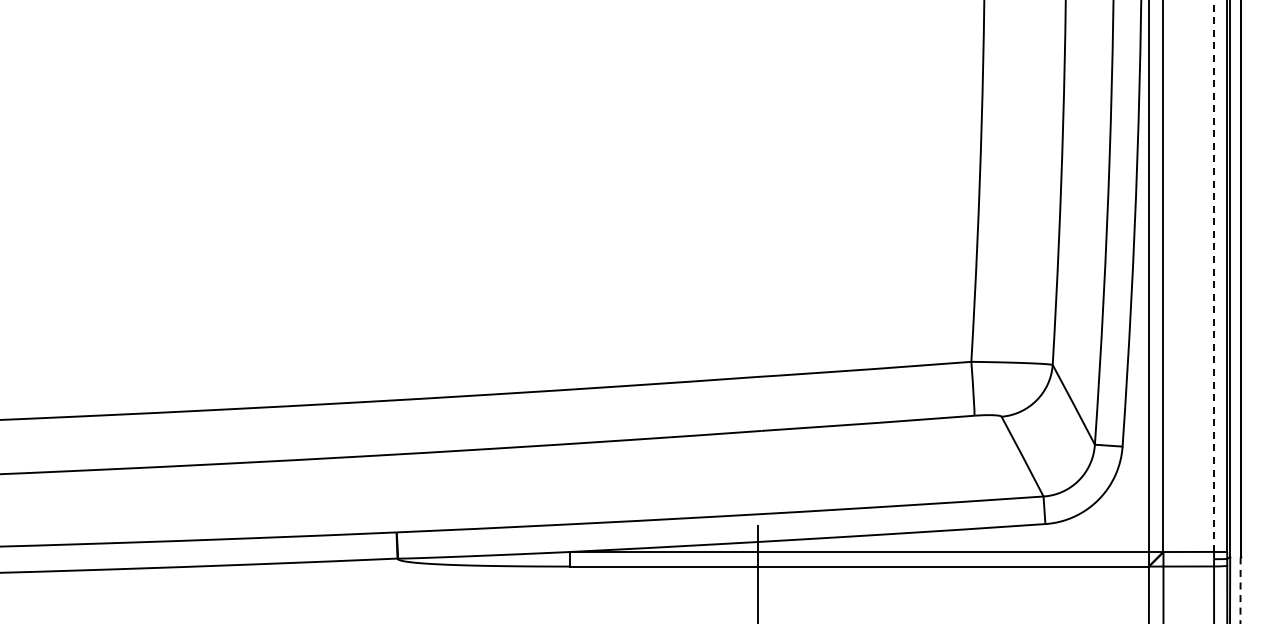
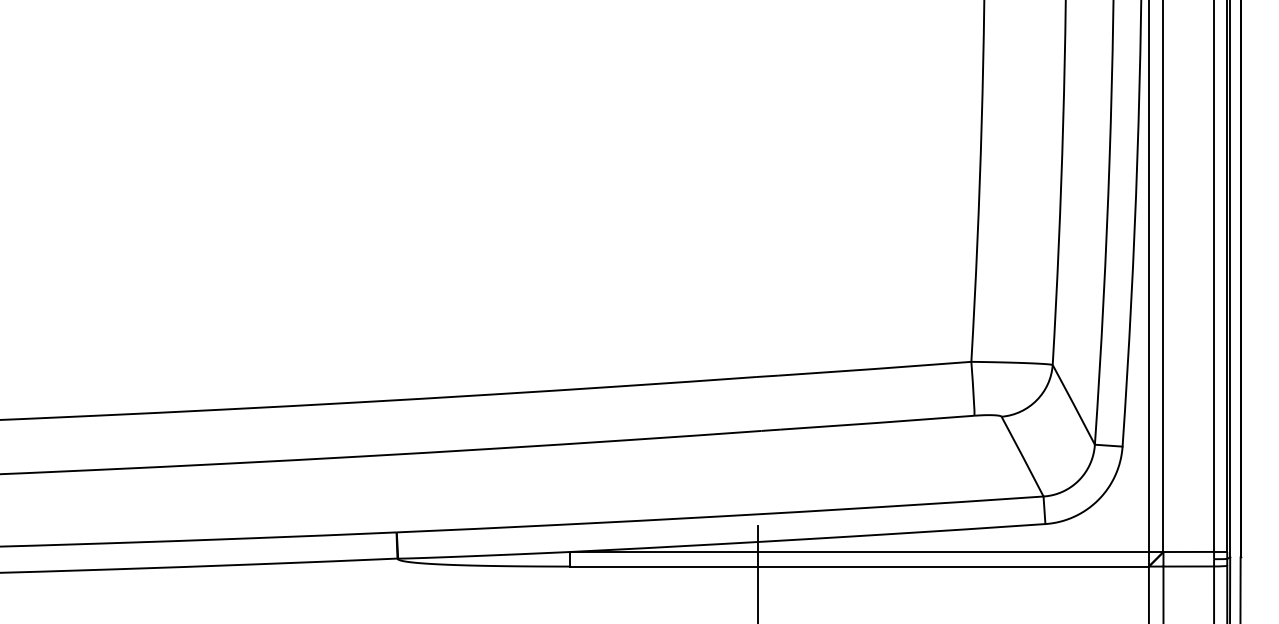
line at (1214, 276): dashed -> solid
line at (1240, 590): dashed -> solid
